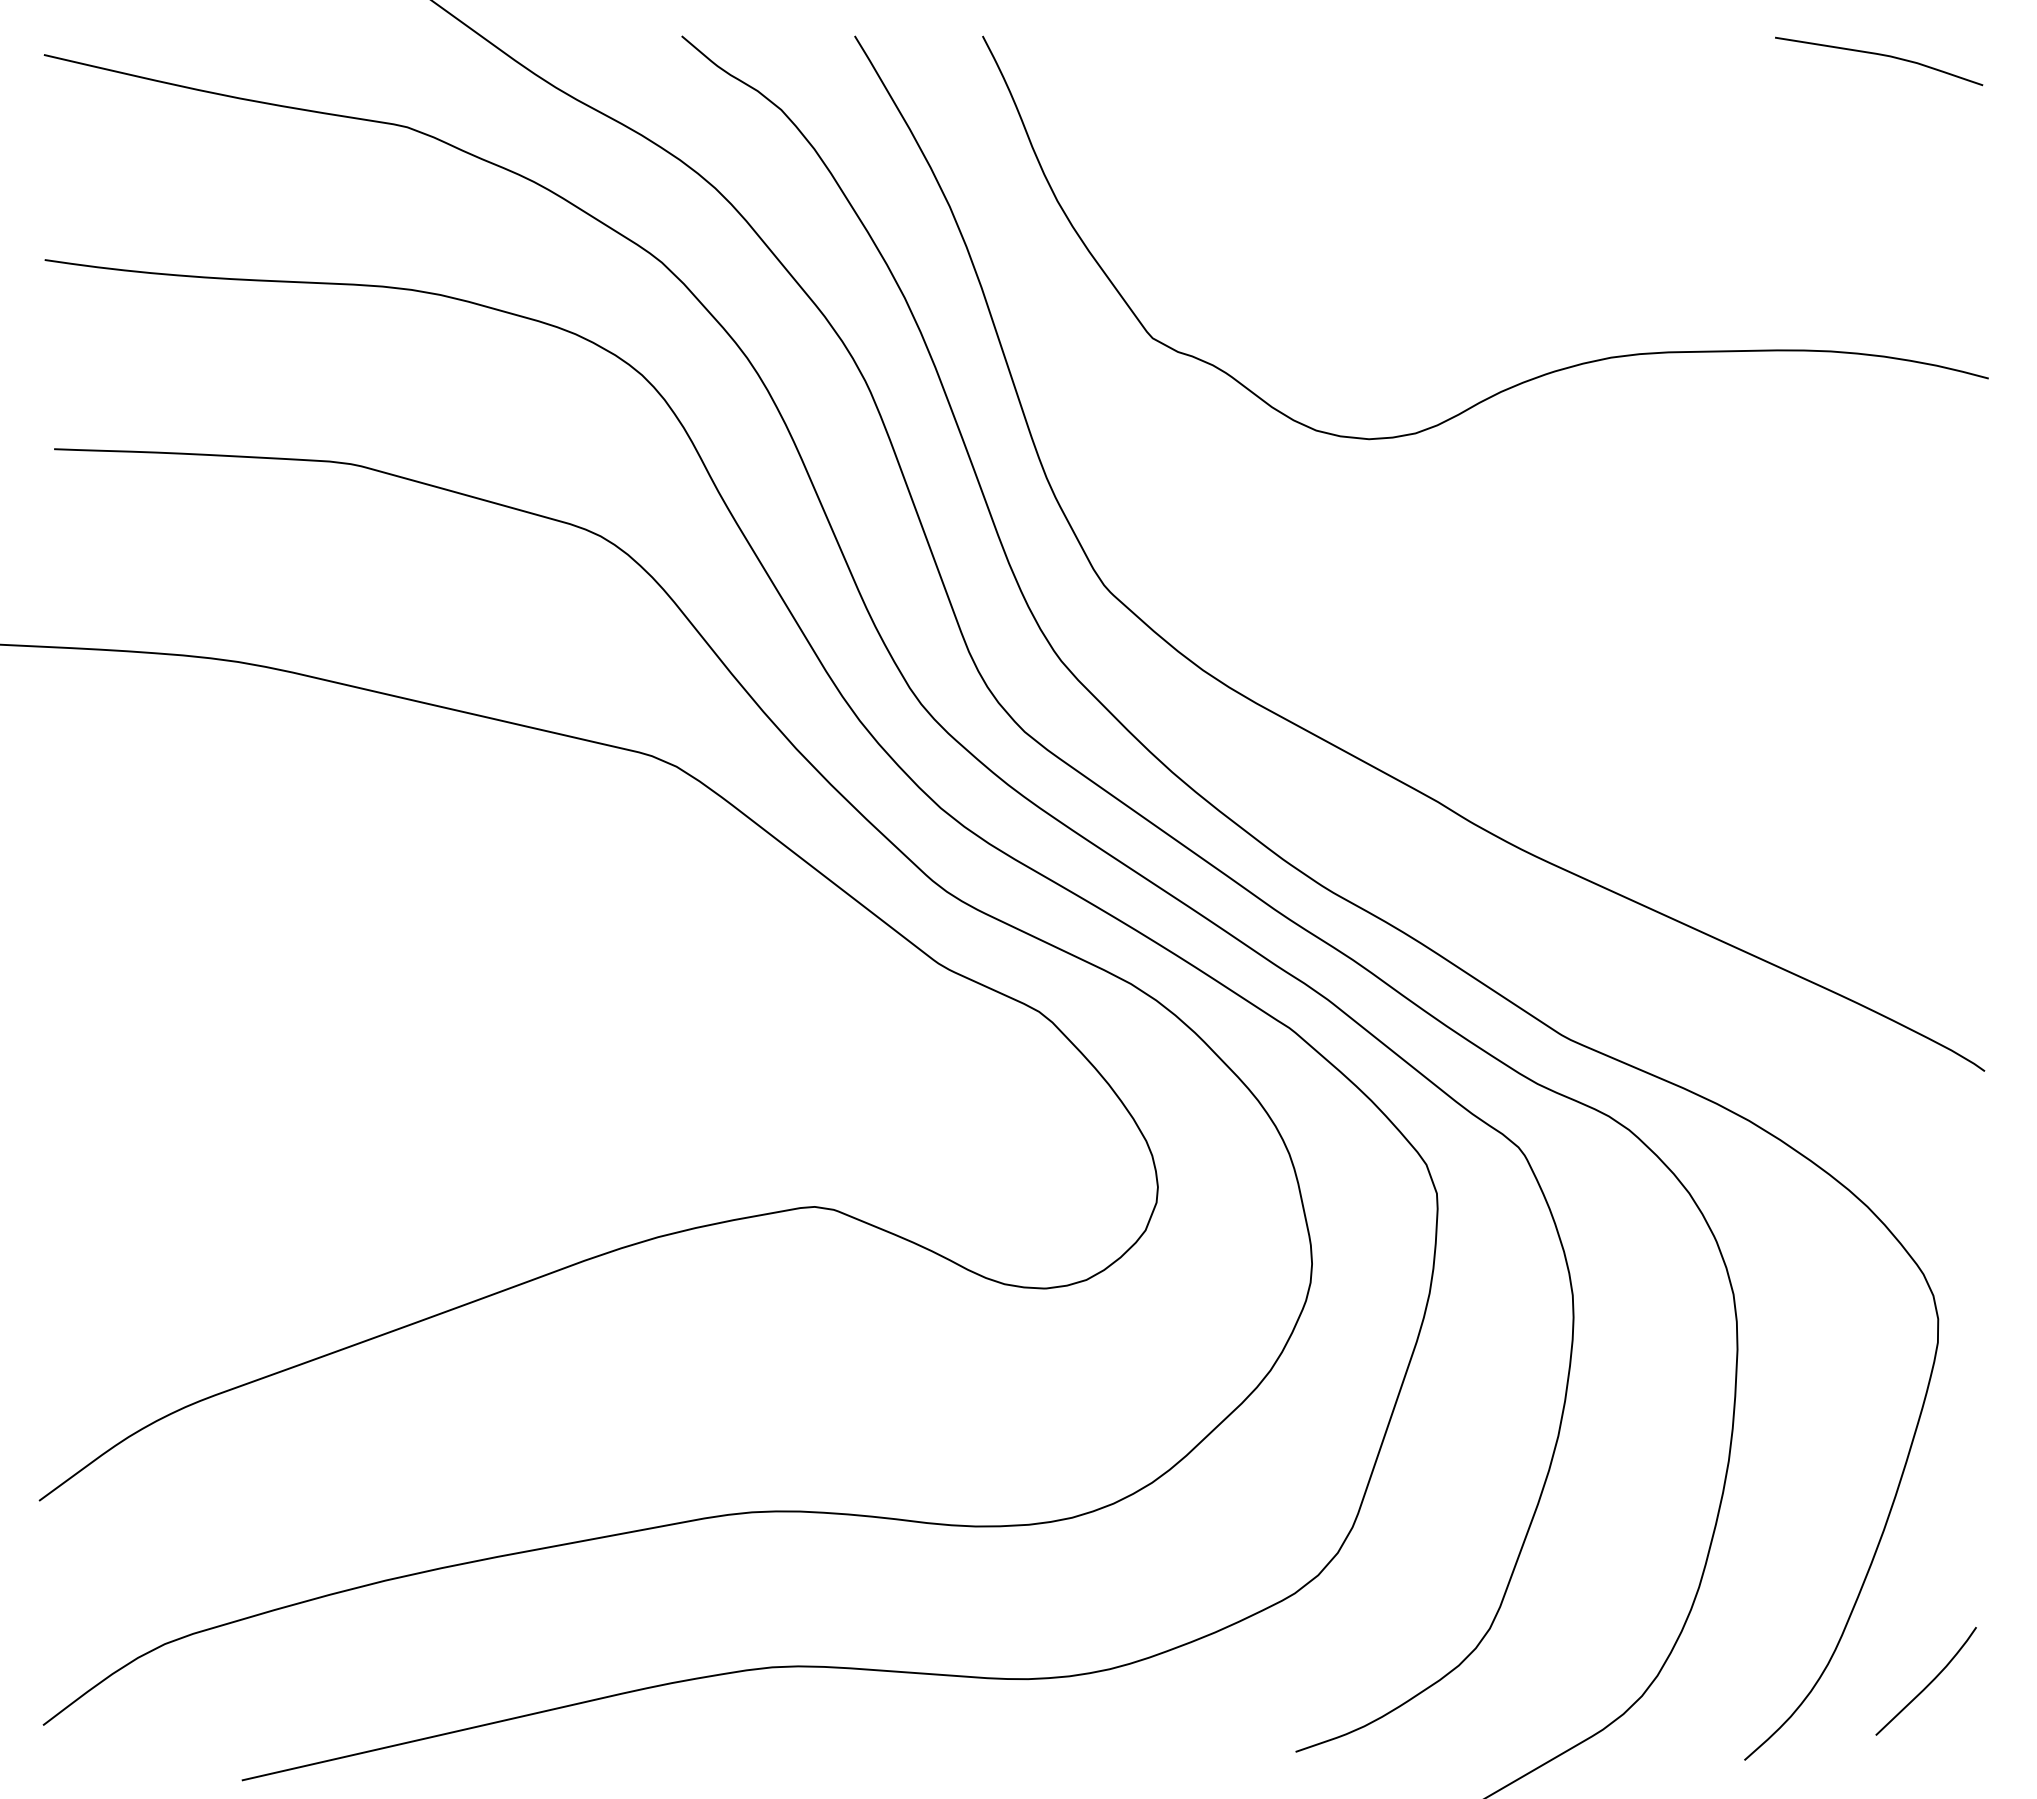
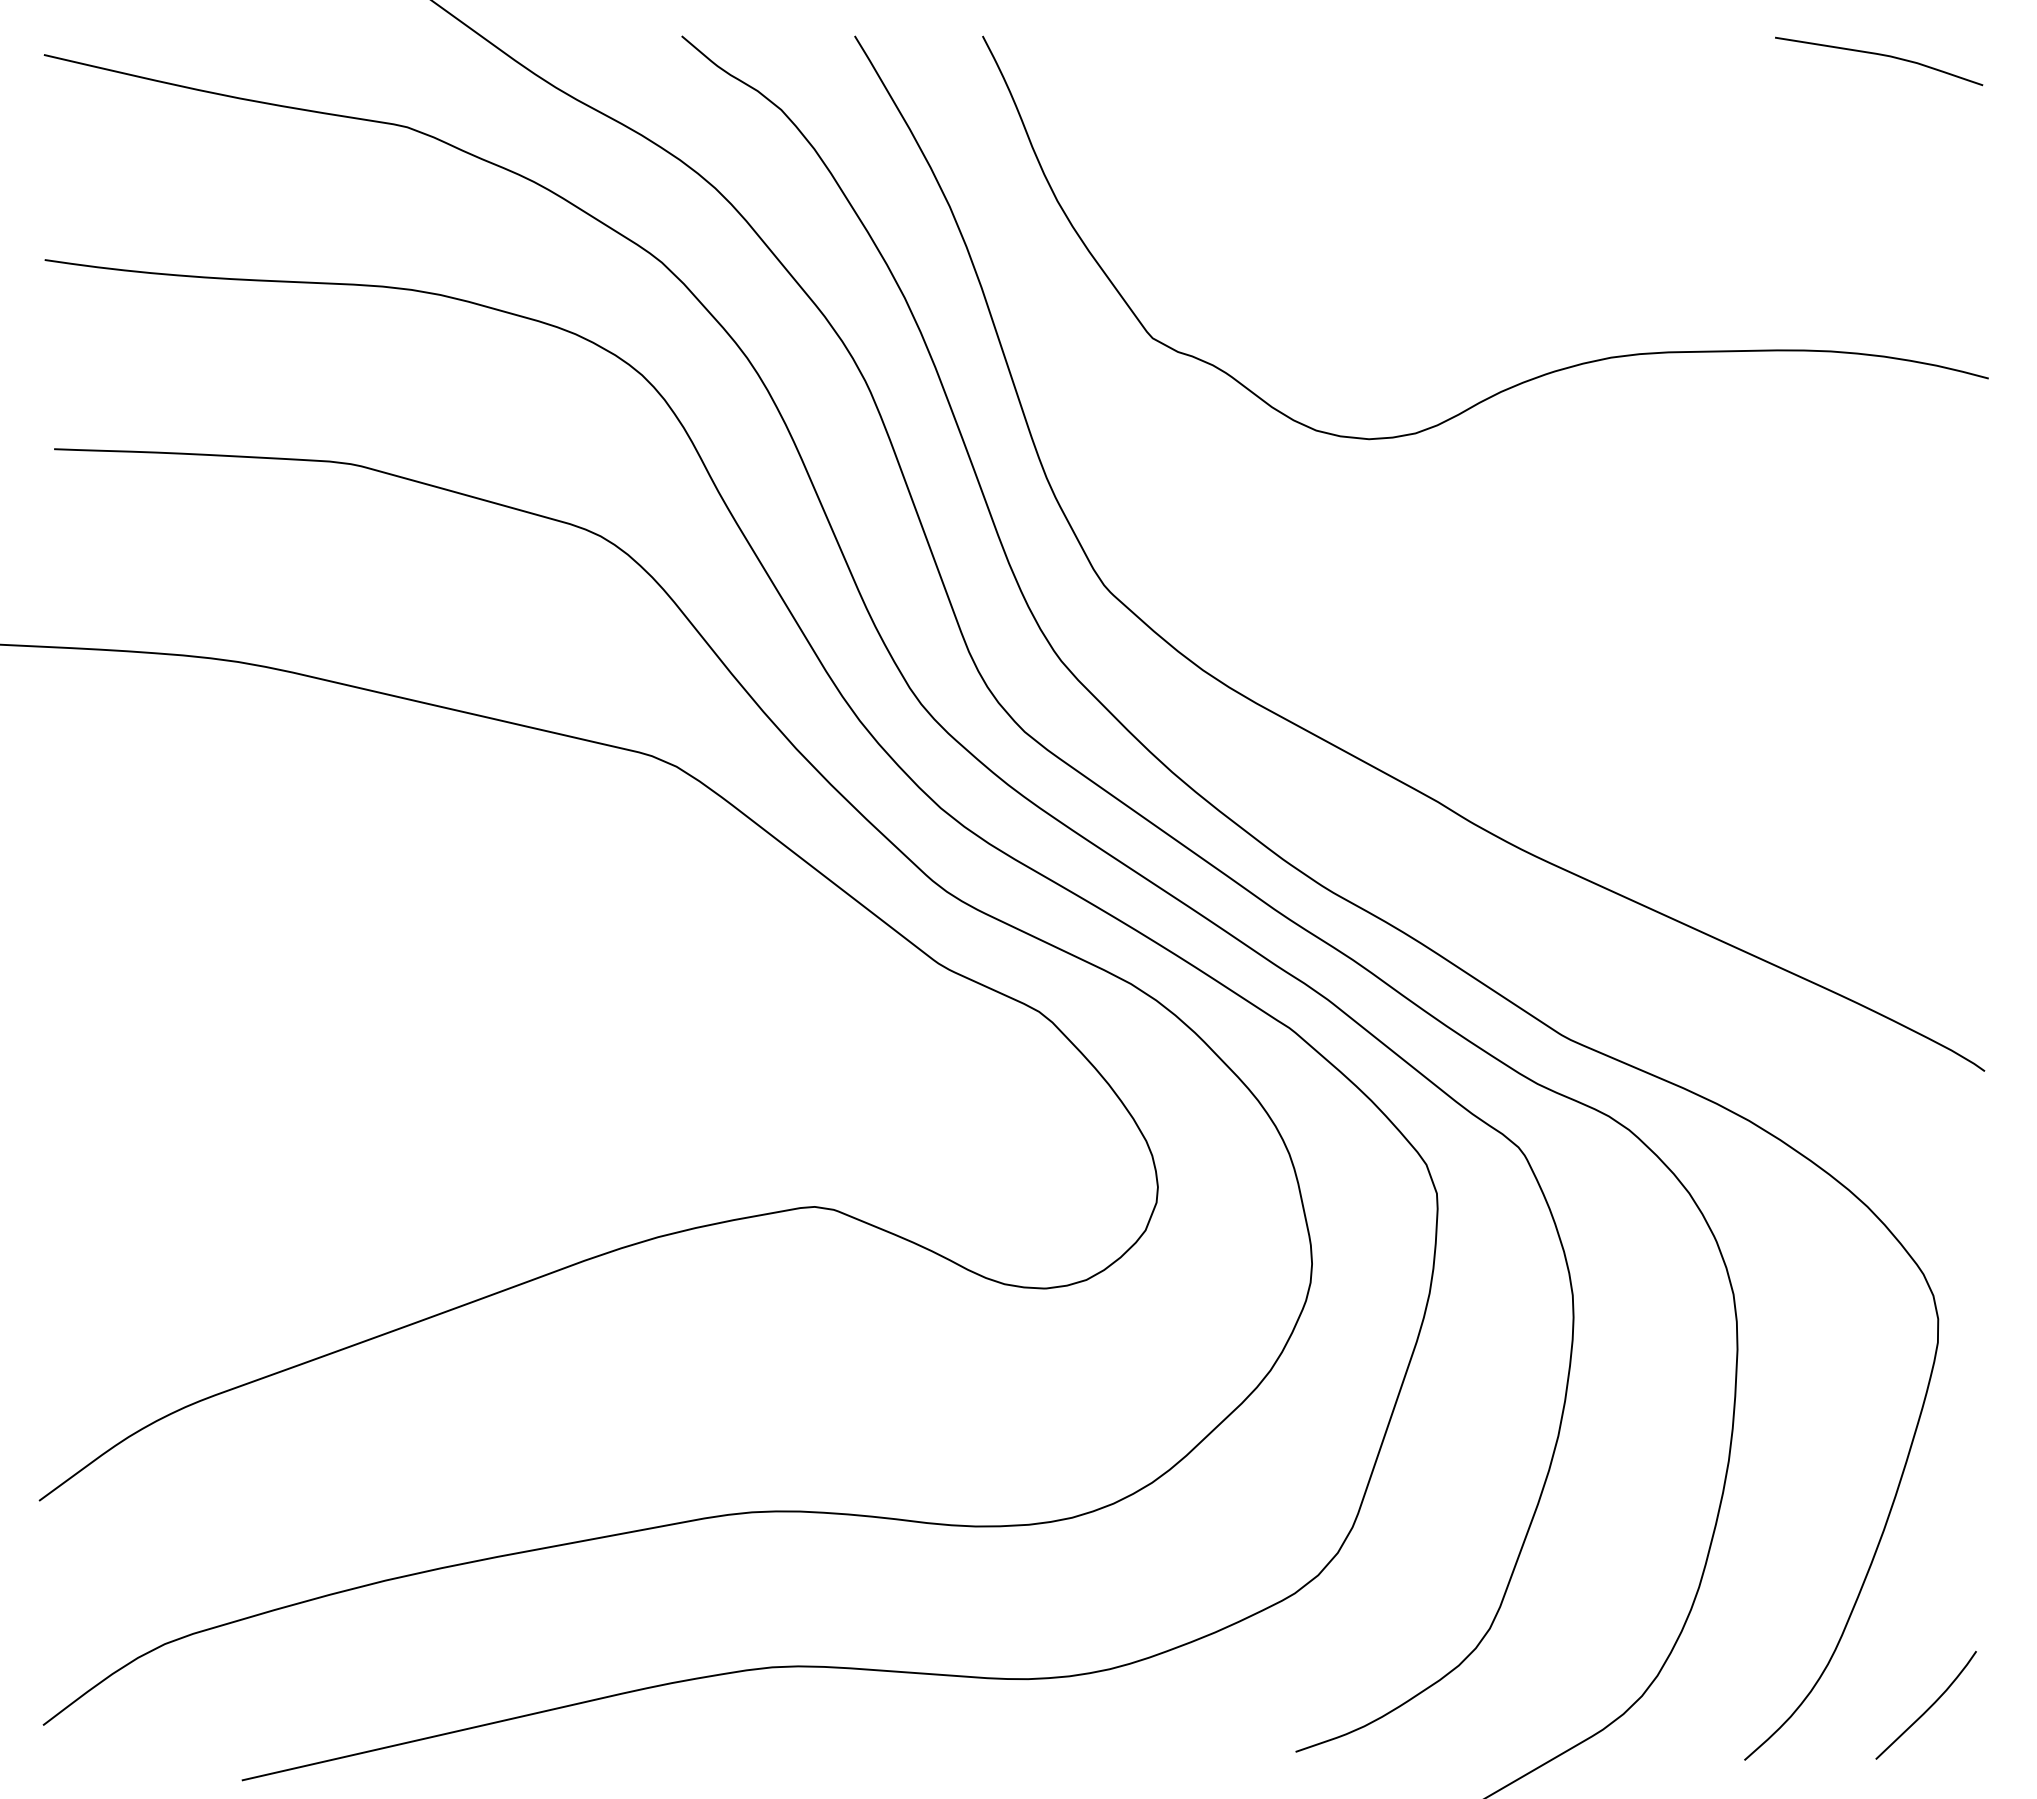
curve at (1928, 1683) position: (1928, 1683) -> (1928, 1707)
